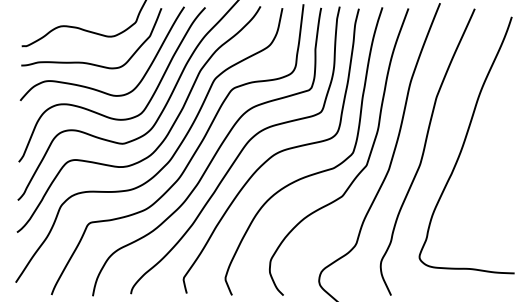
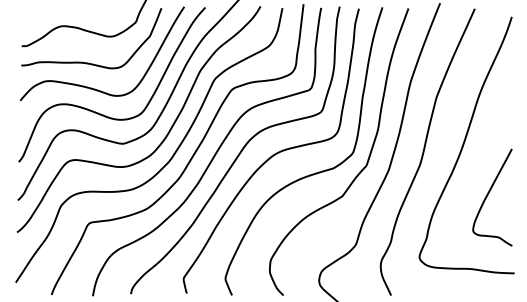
curve at (488, 195): none -> present
